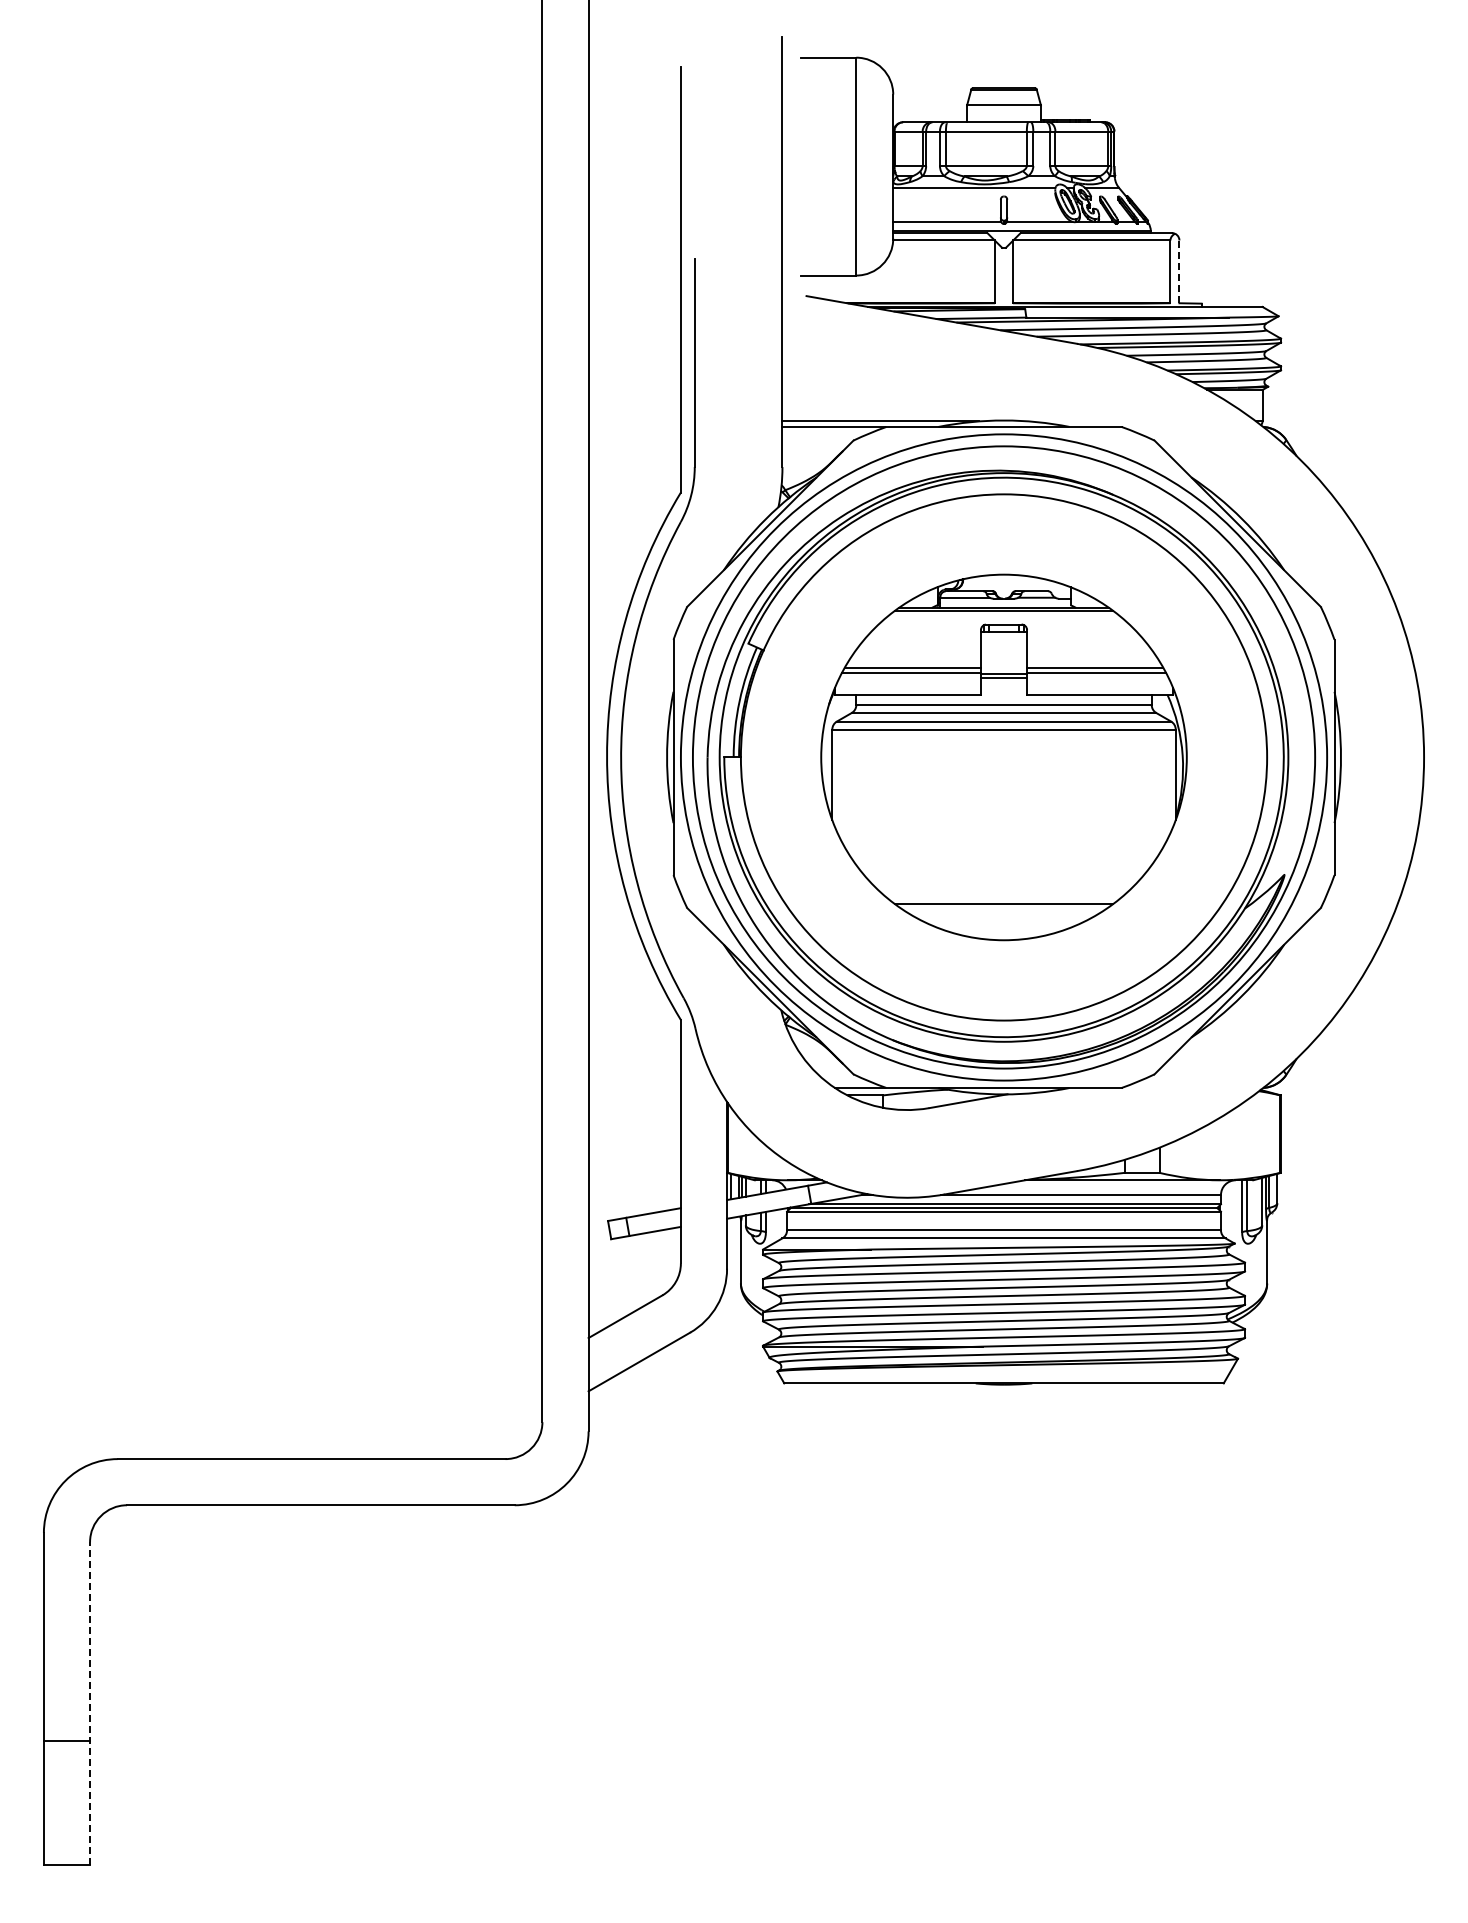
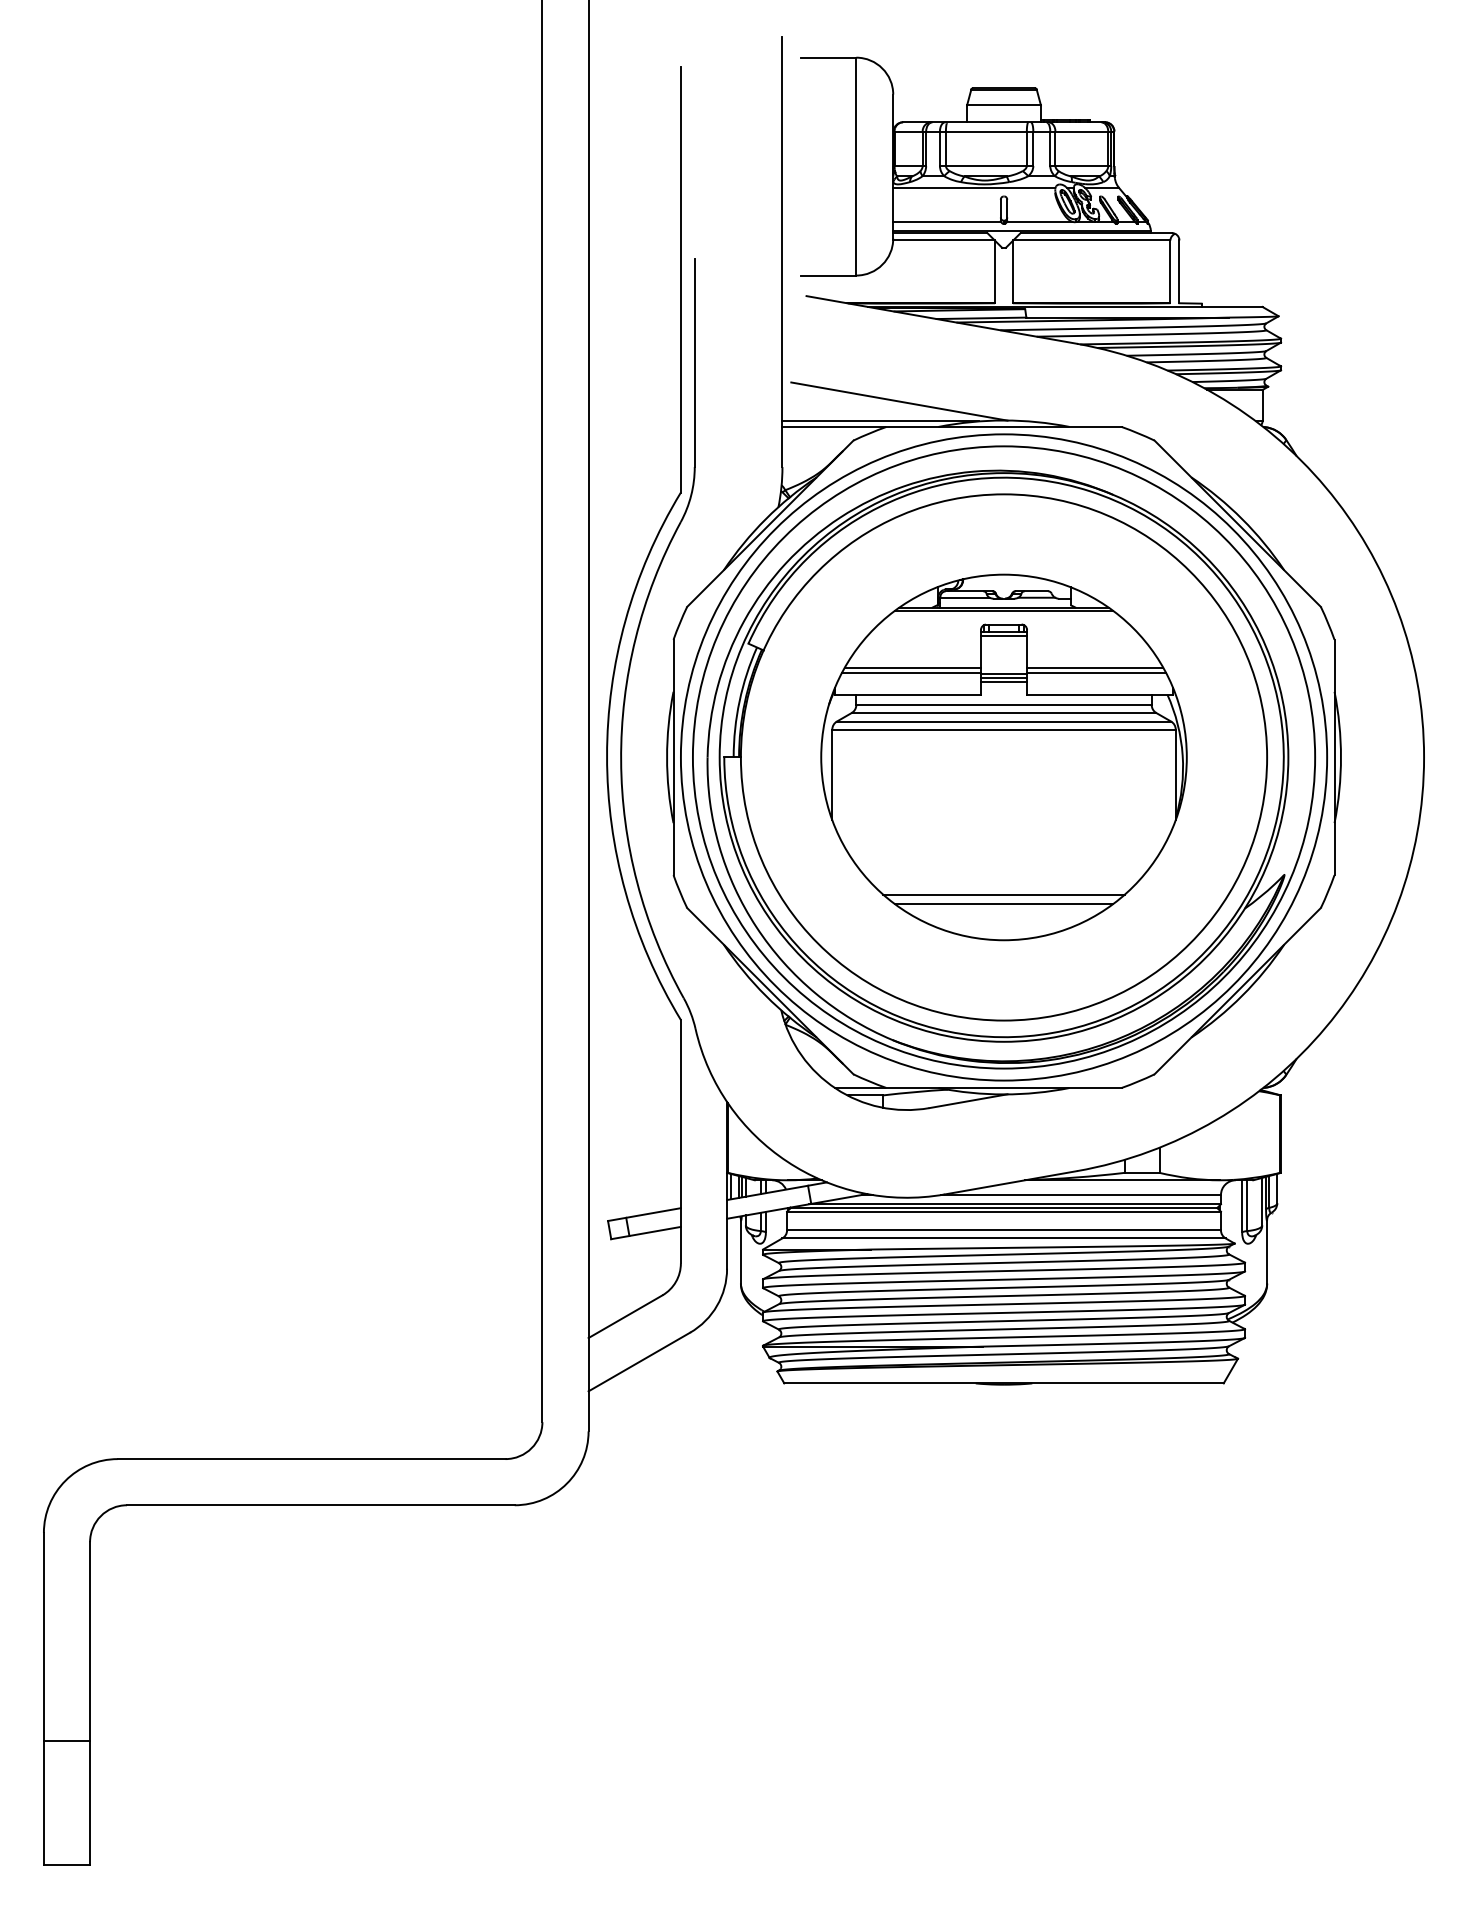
line at (1179, 271): dashed -> solid
line at (899, 401): none -> present
line at (1003, 635): none -> present
line at (1003, 681): none -> present
line at (1003, 894): none -> present
line at (90, 1703): dashed -> solid
